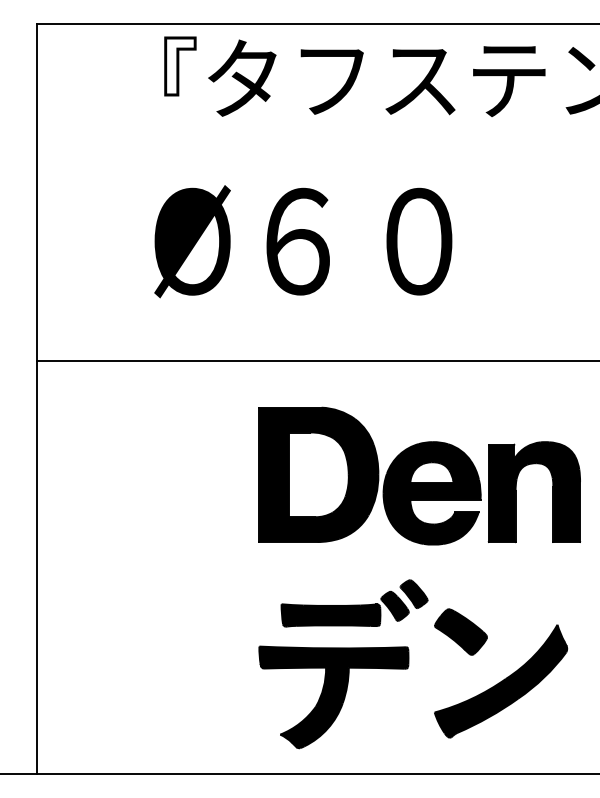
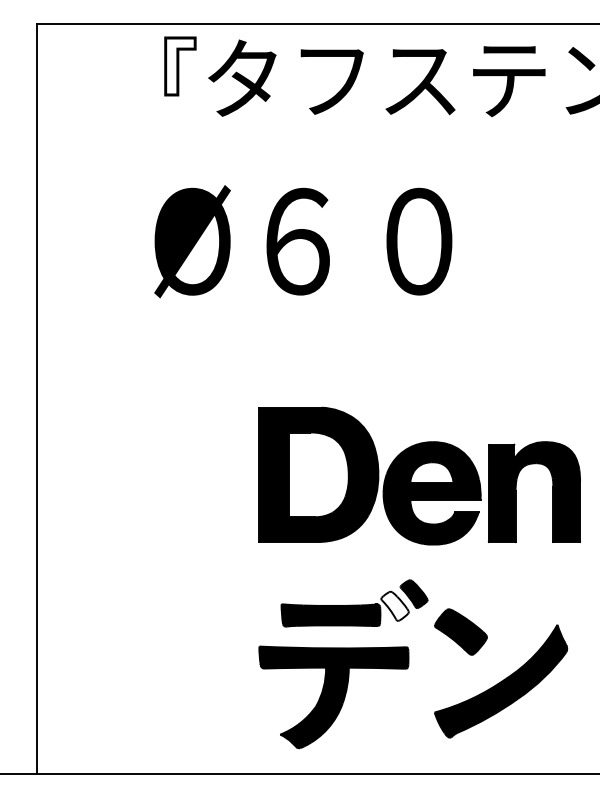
line at (316, 361): present -> none
fill at (394, 605): present -> none
